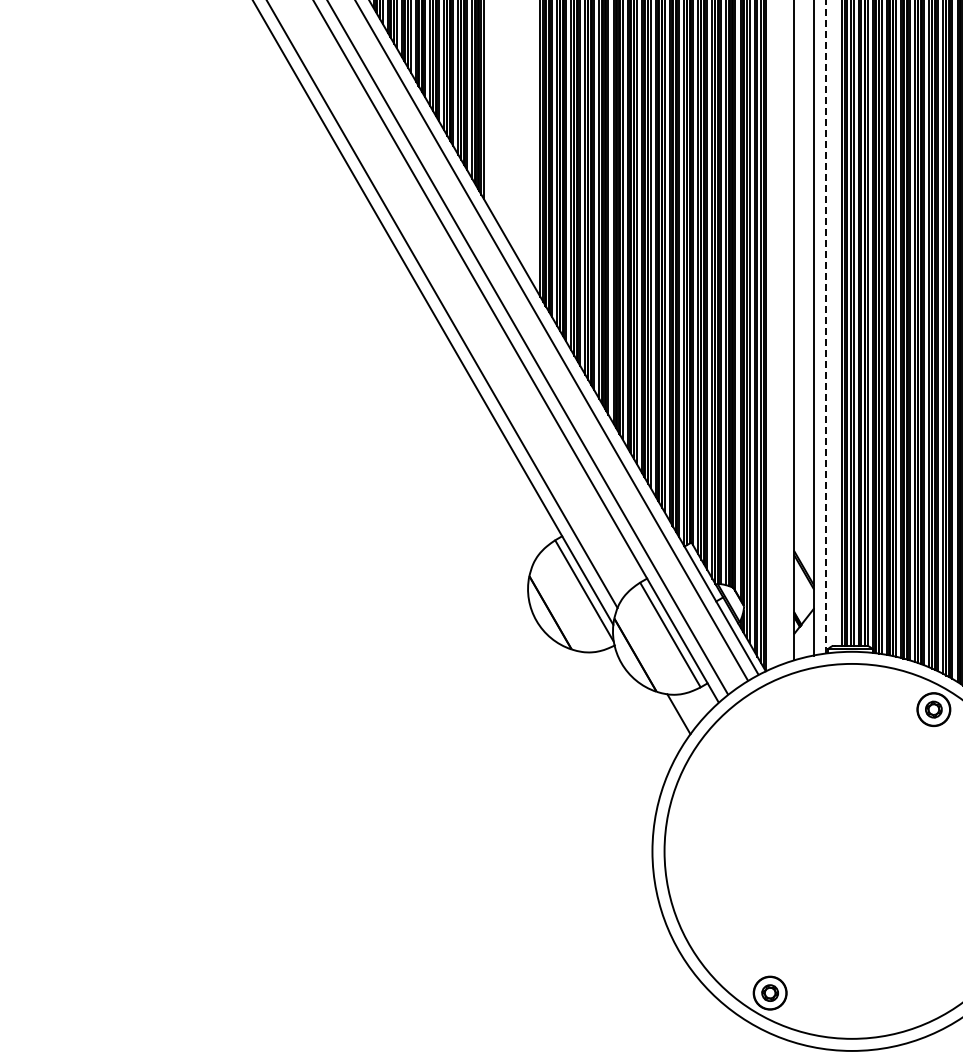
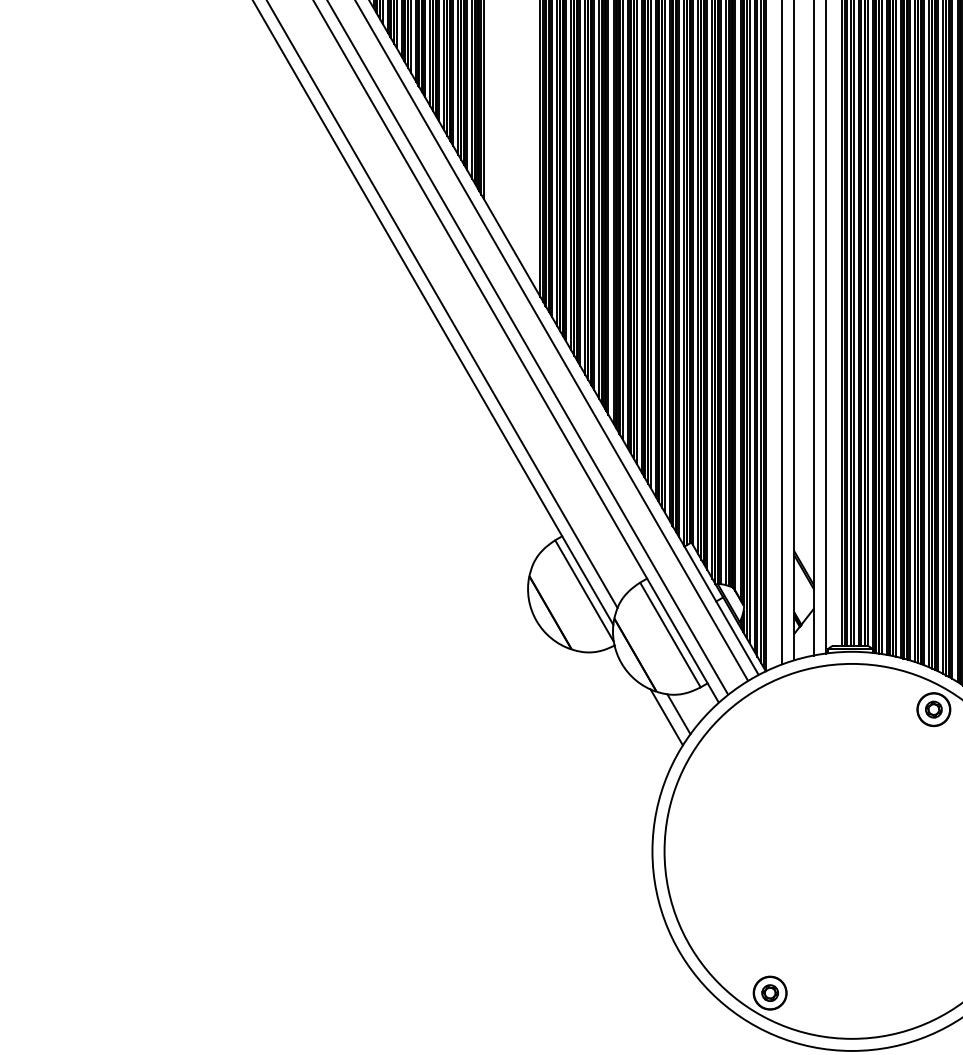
line at (825, 326): dashed -> solid
line at (782, 333): none -> present
line at (666, 717): none -> present
